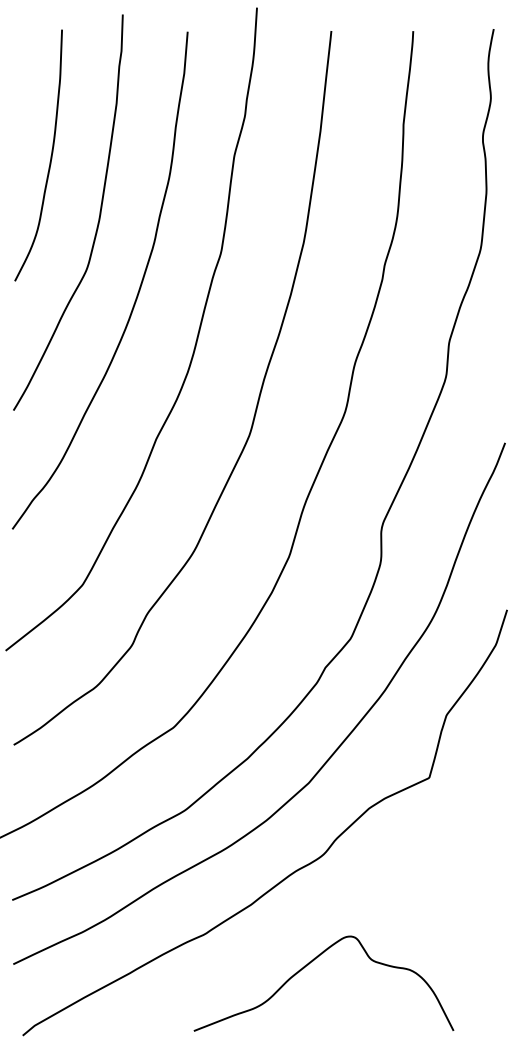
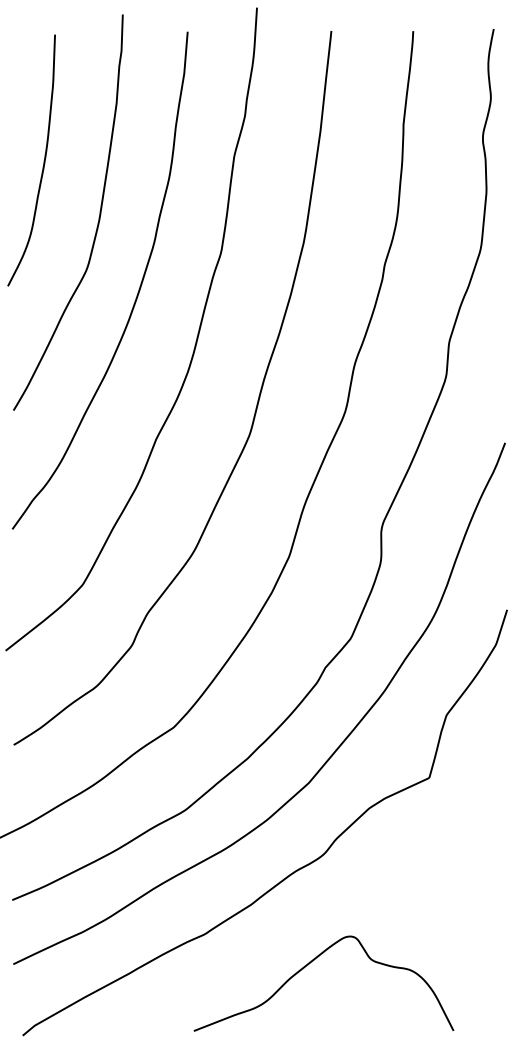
curve at (50, 155) position: (50, 155) -> (43, 160)
